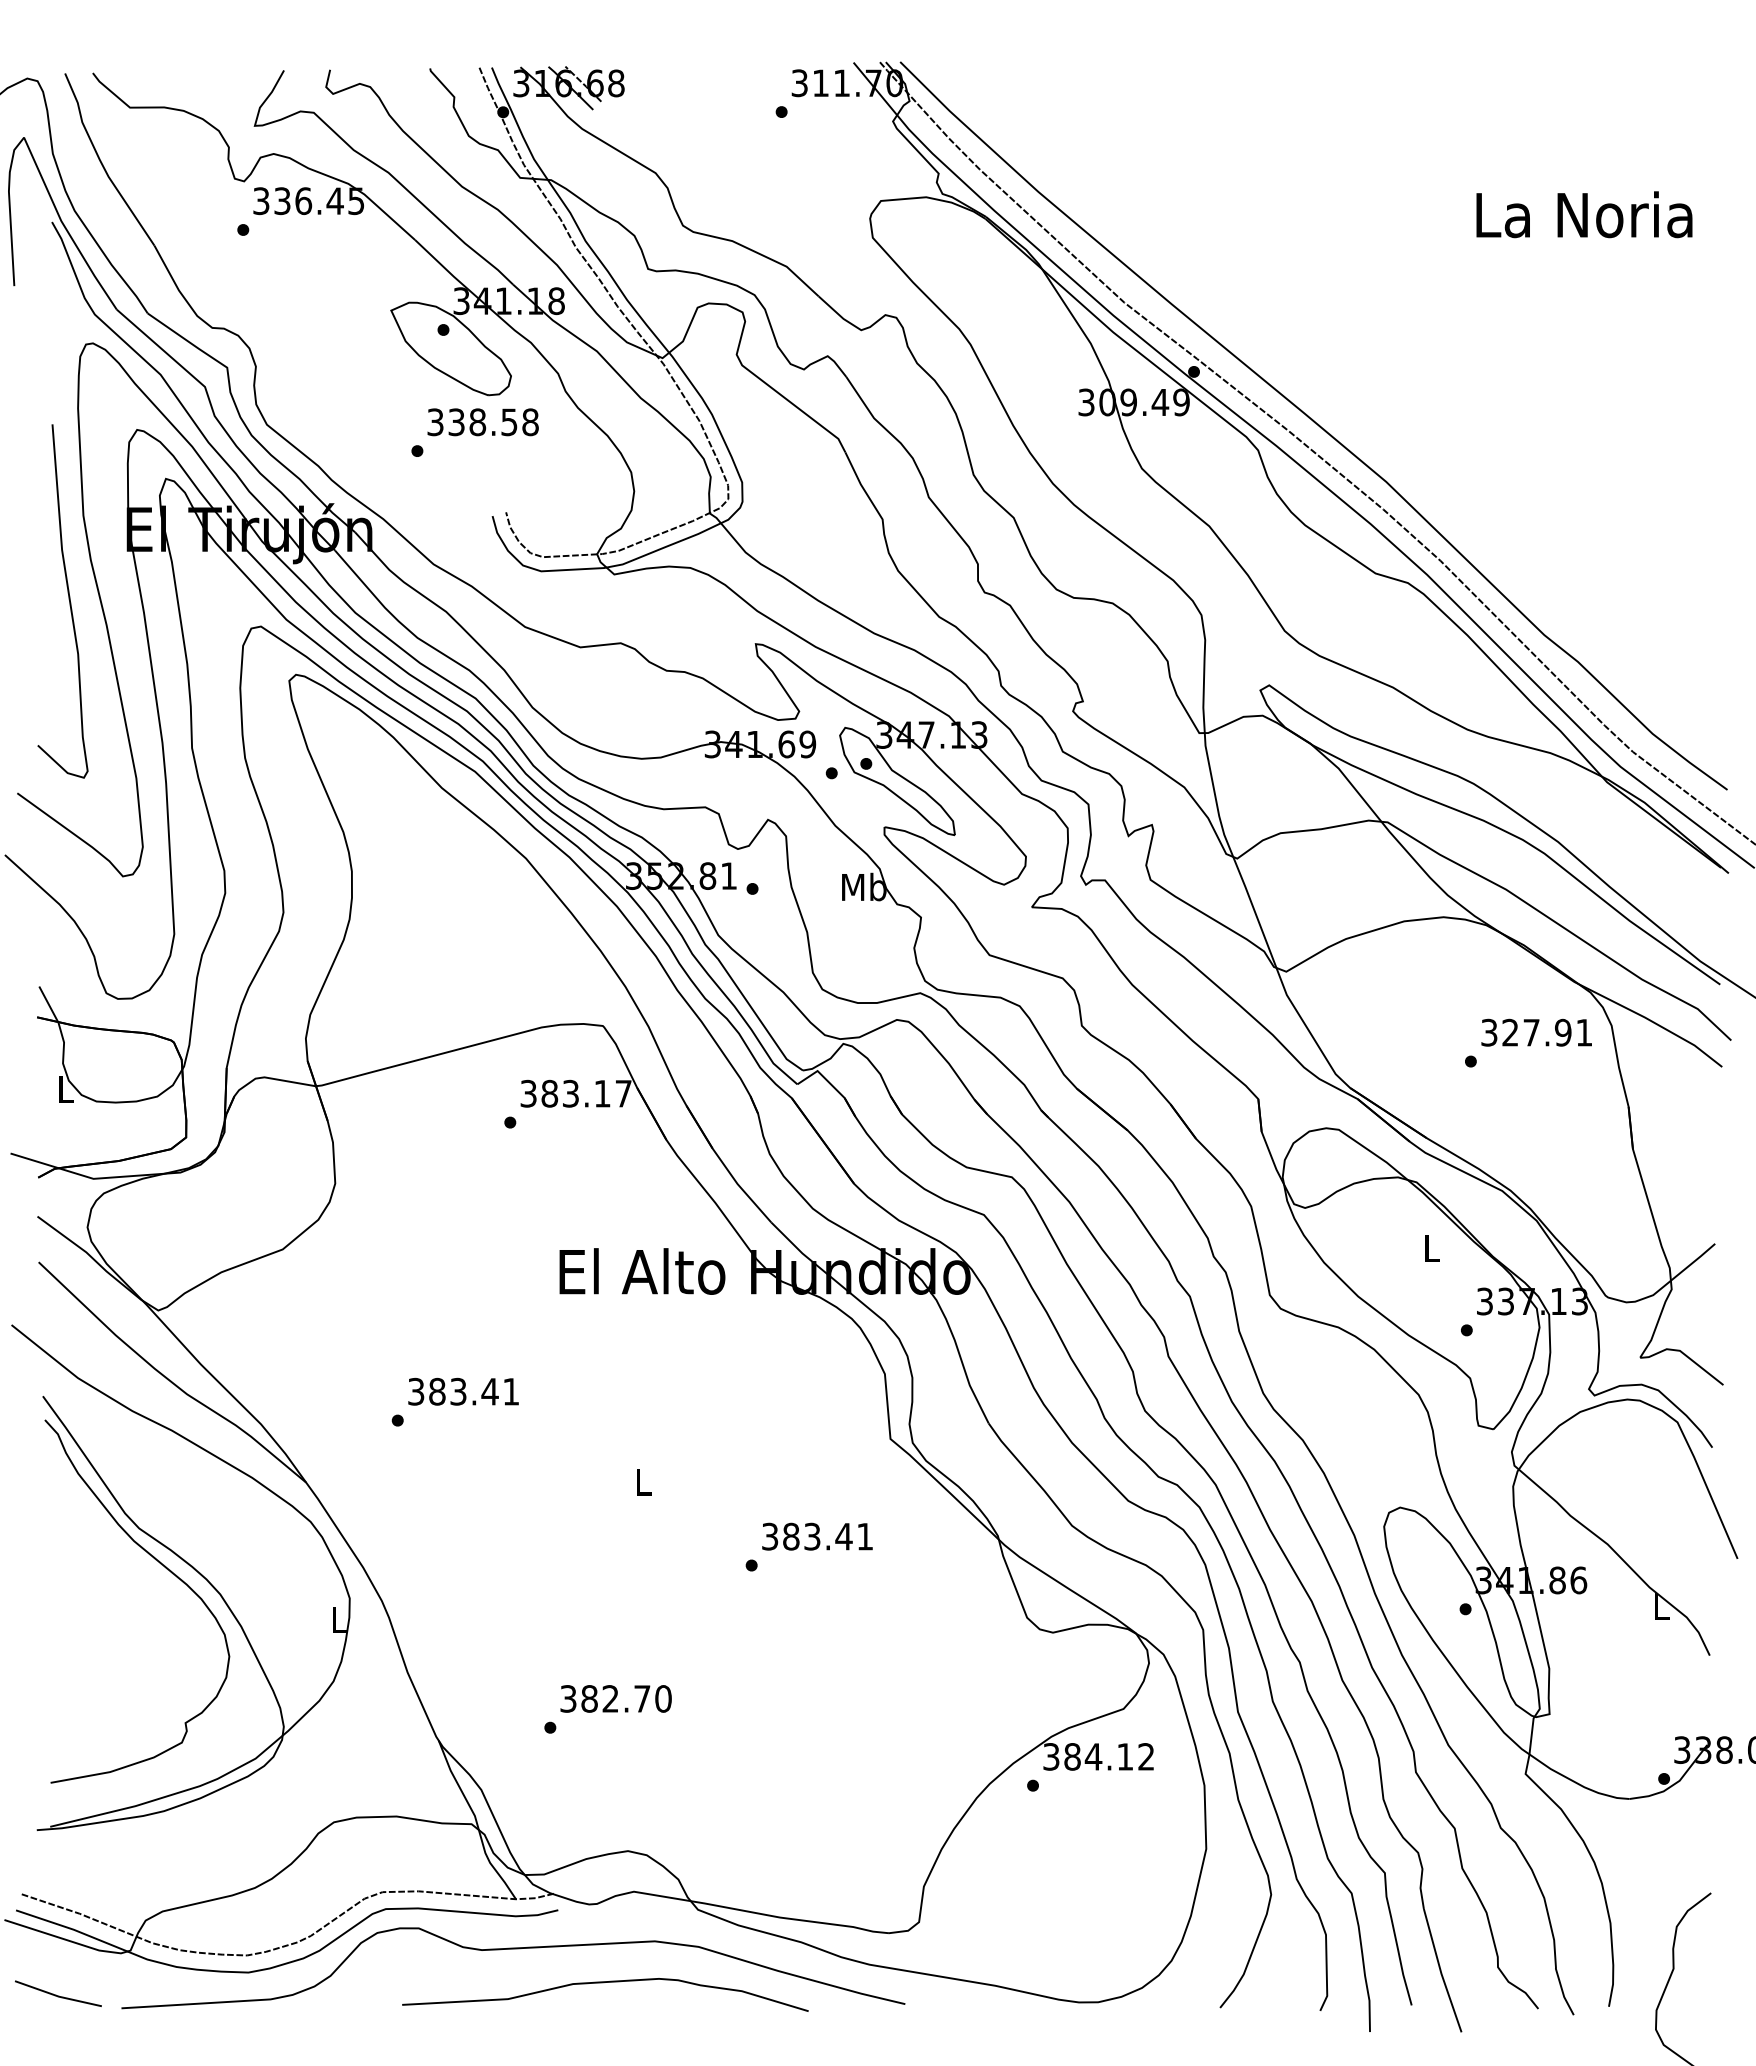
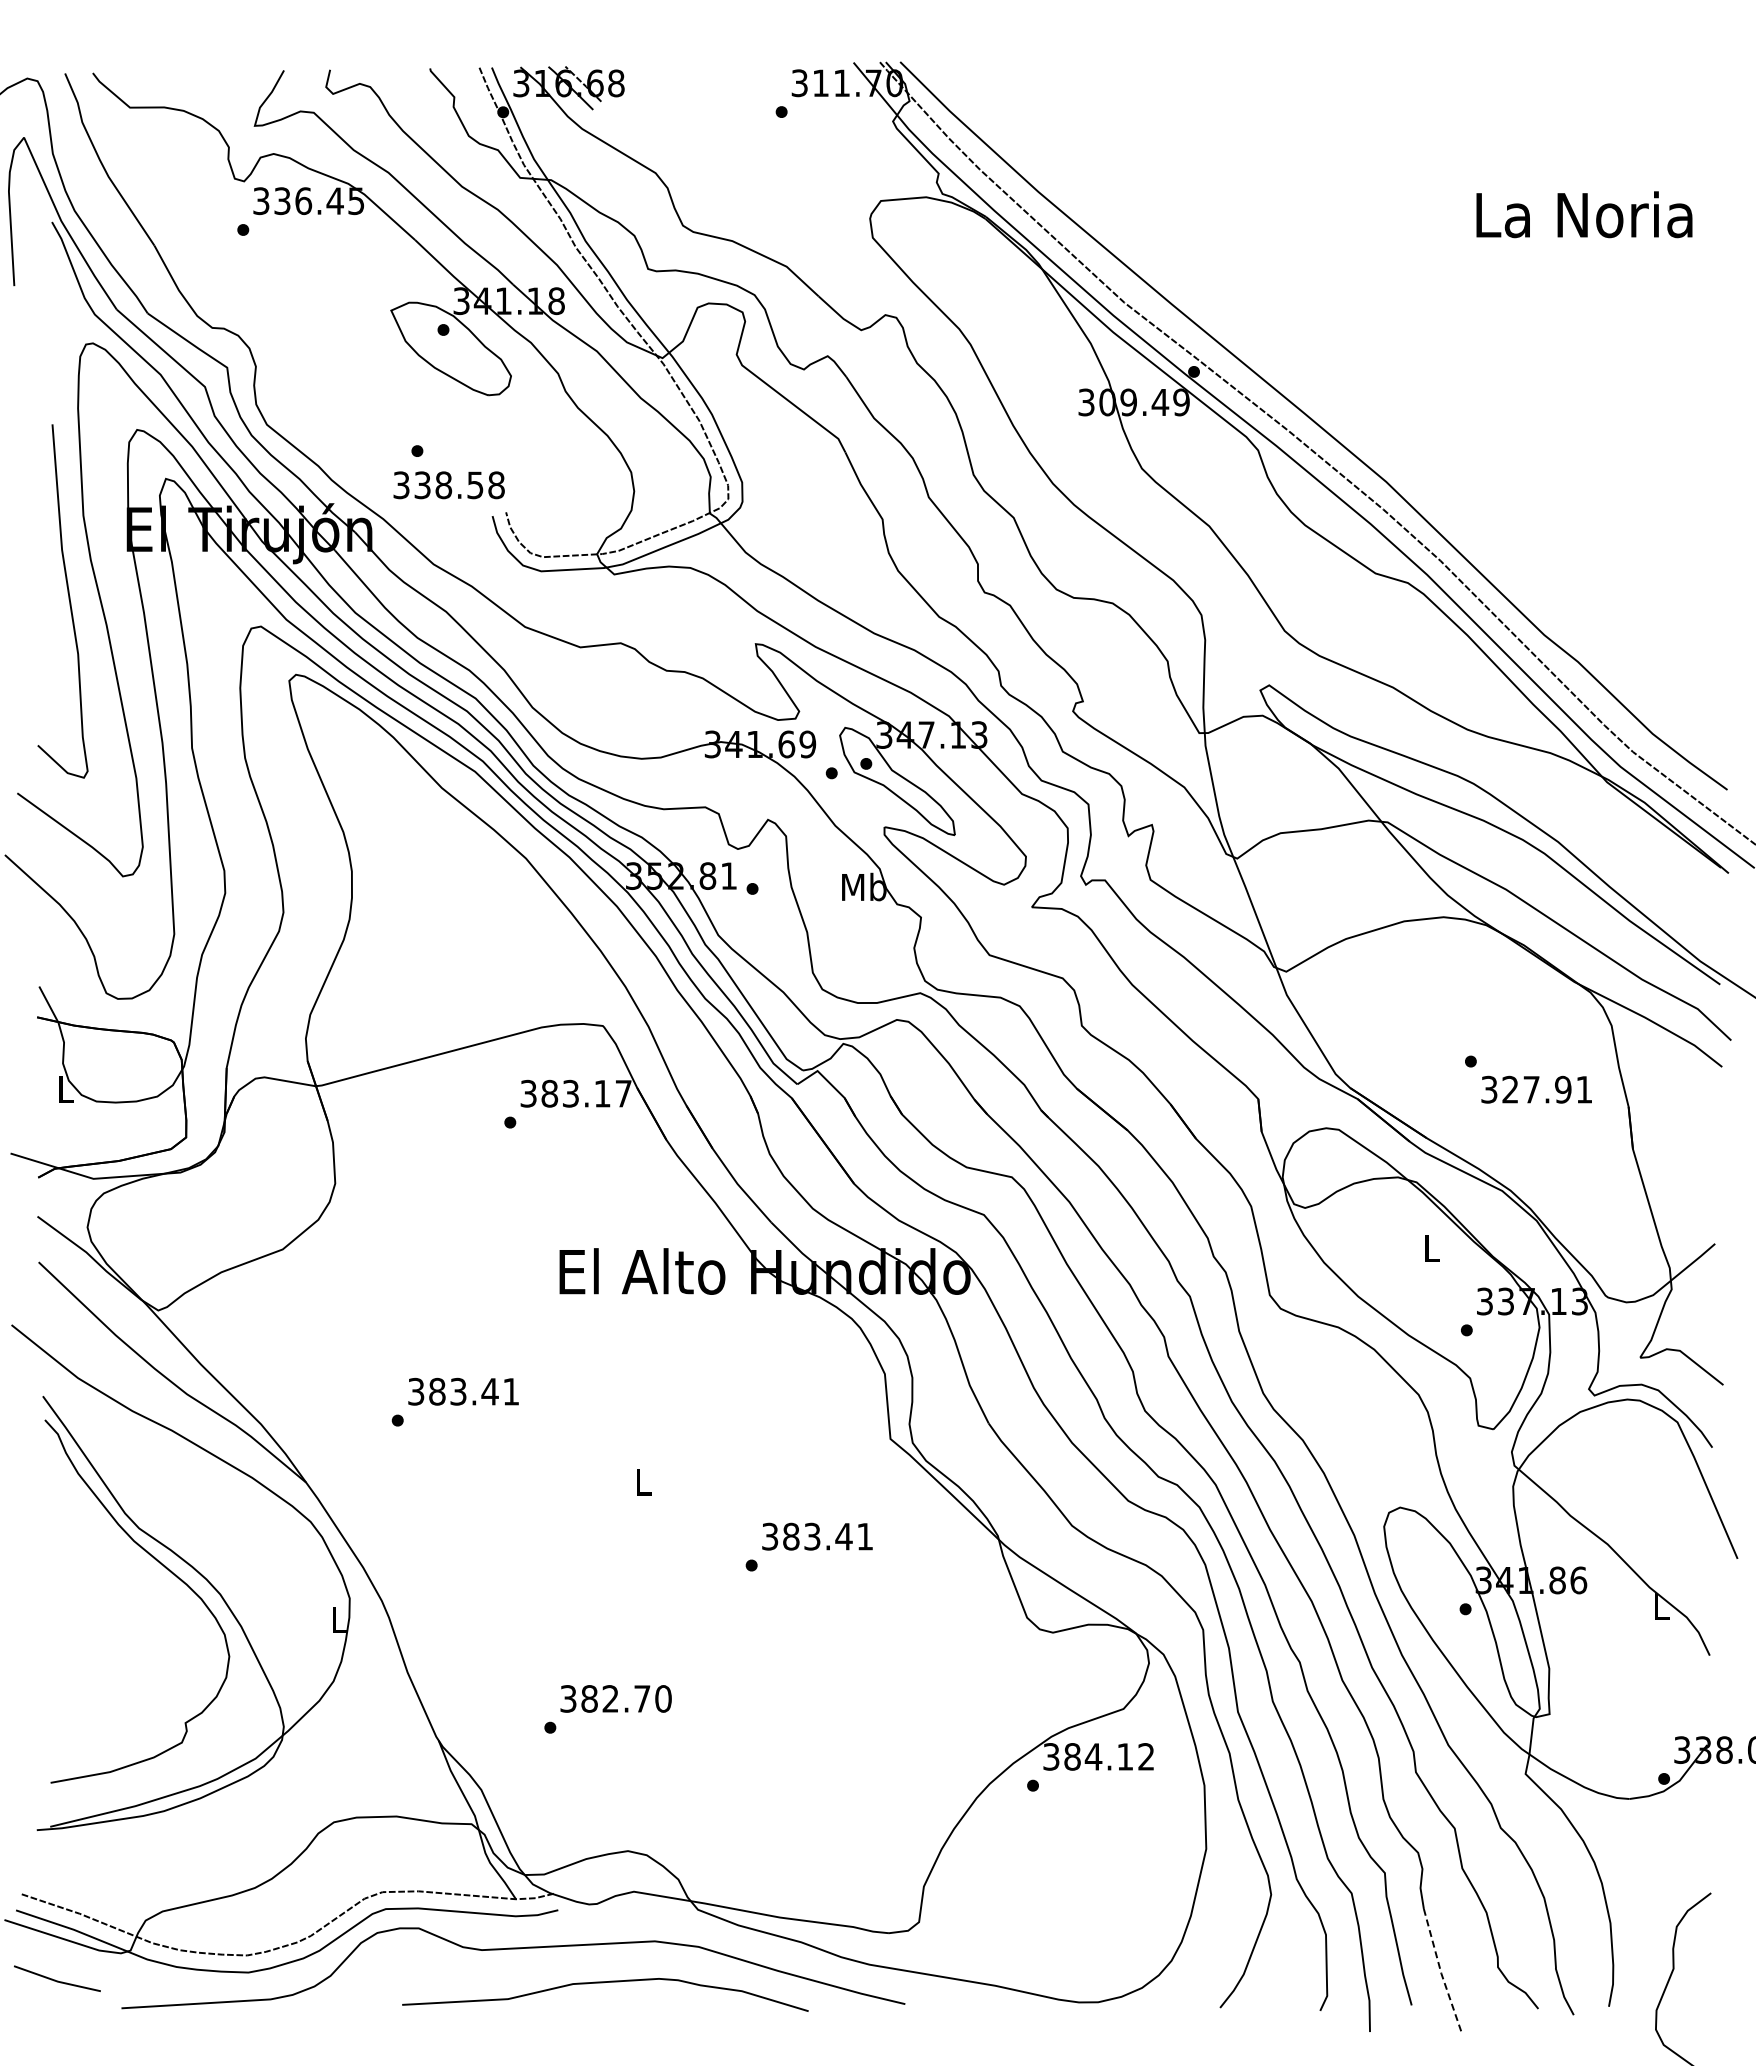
text at (482, 422) position: (482, 422) -> (448, 485)
text at (1536, 1032) position: (1536, 1032) -> (1536, 1089)
line at (1440, 1971): solid -> dashed
line at (58, 1995) position: (58, 1995) -> (57, 1980)
